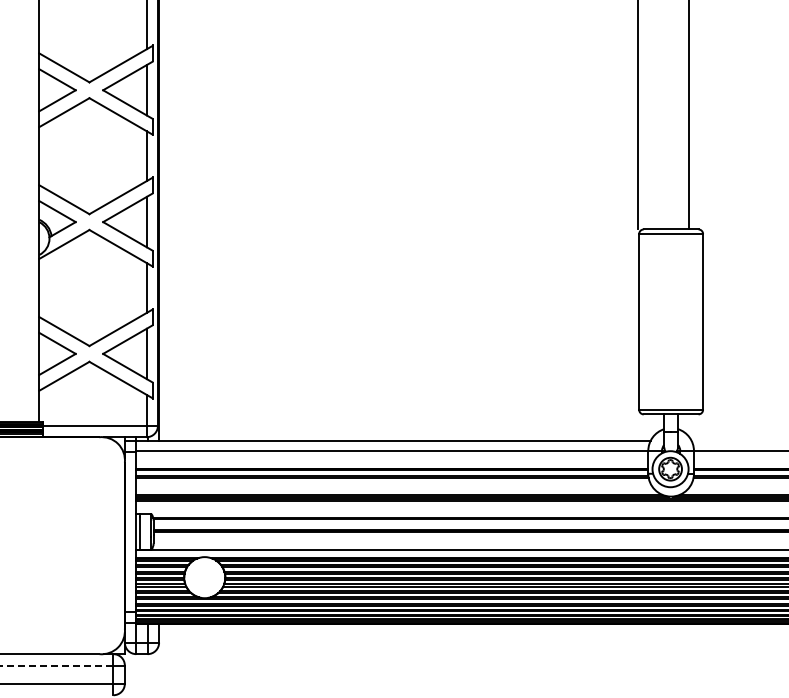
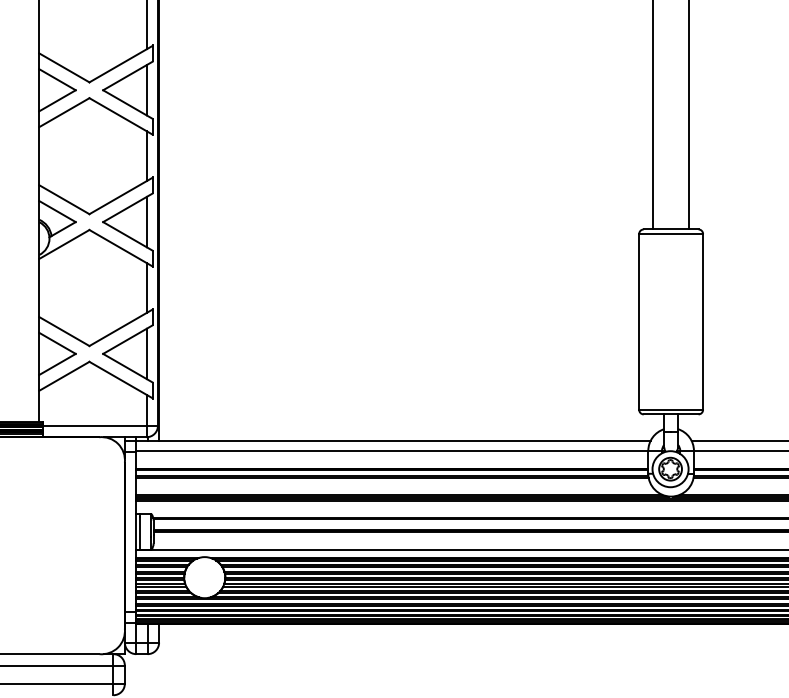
line at (637, 115) position: (637, 115) -> (652, 115)
line at (738, 440): none -> present
line at (56, 665): dashed -> solid
